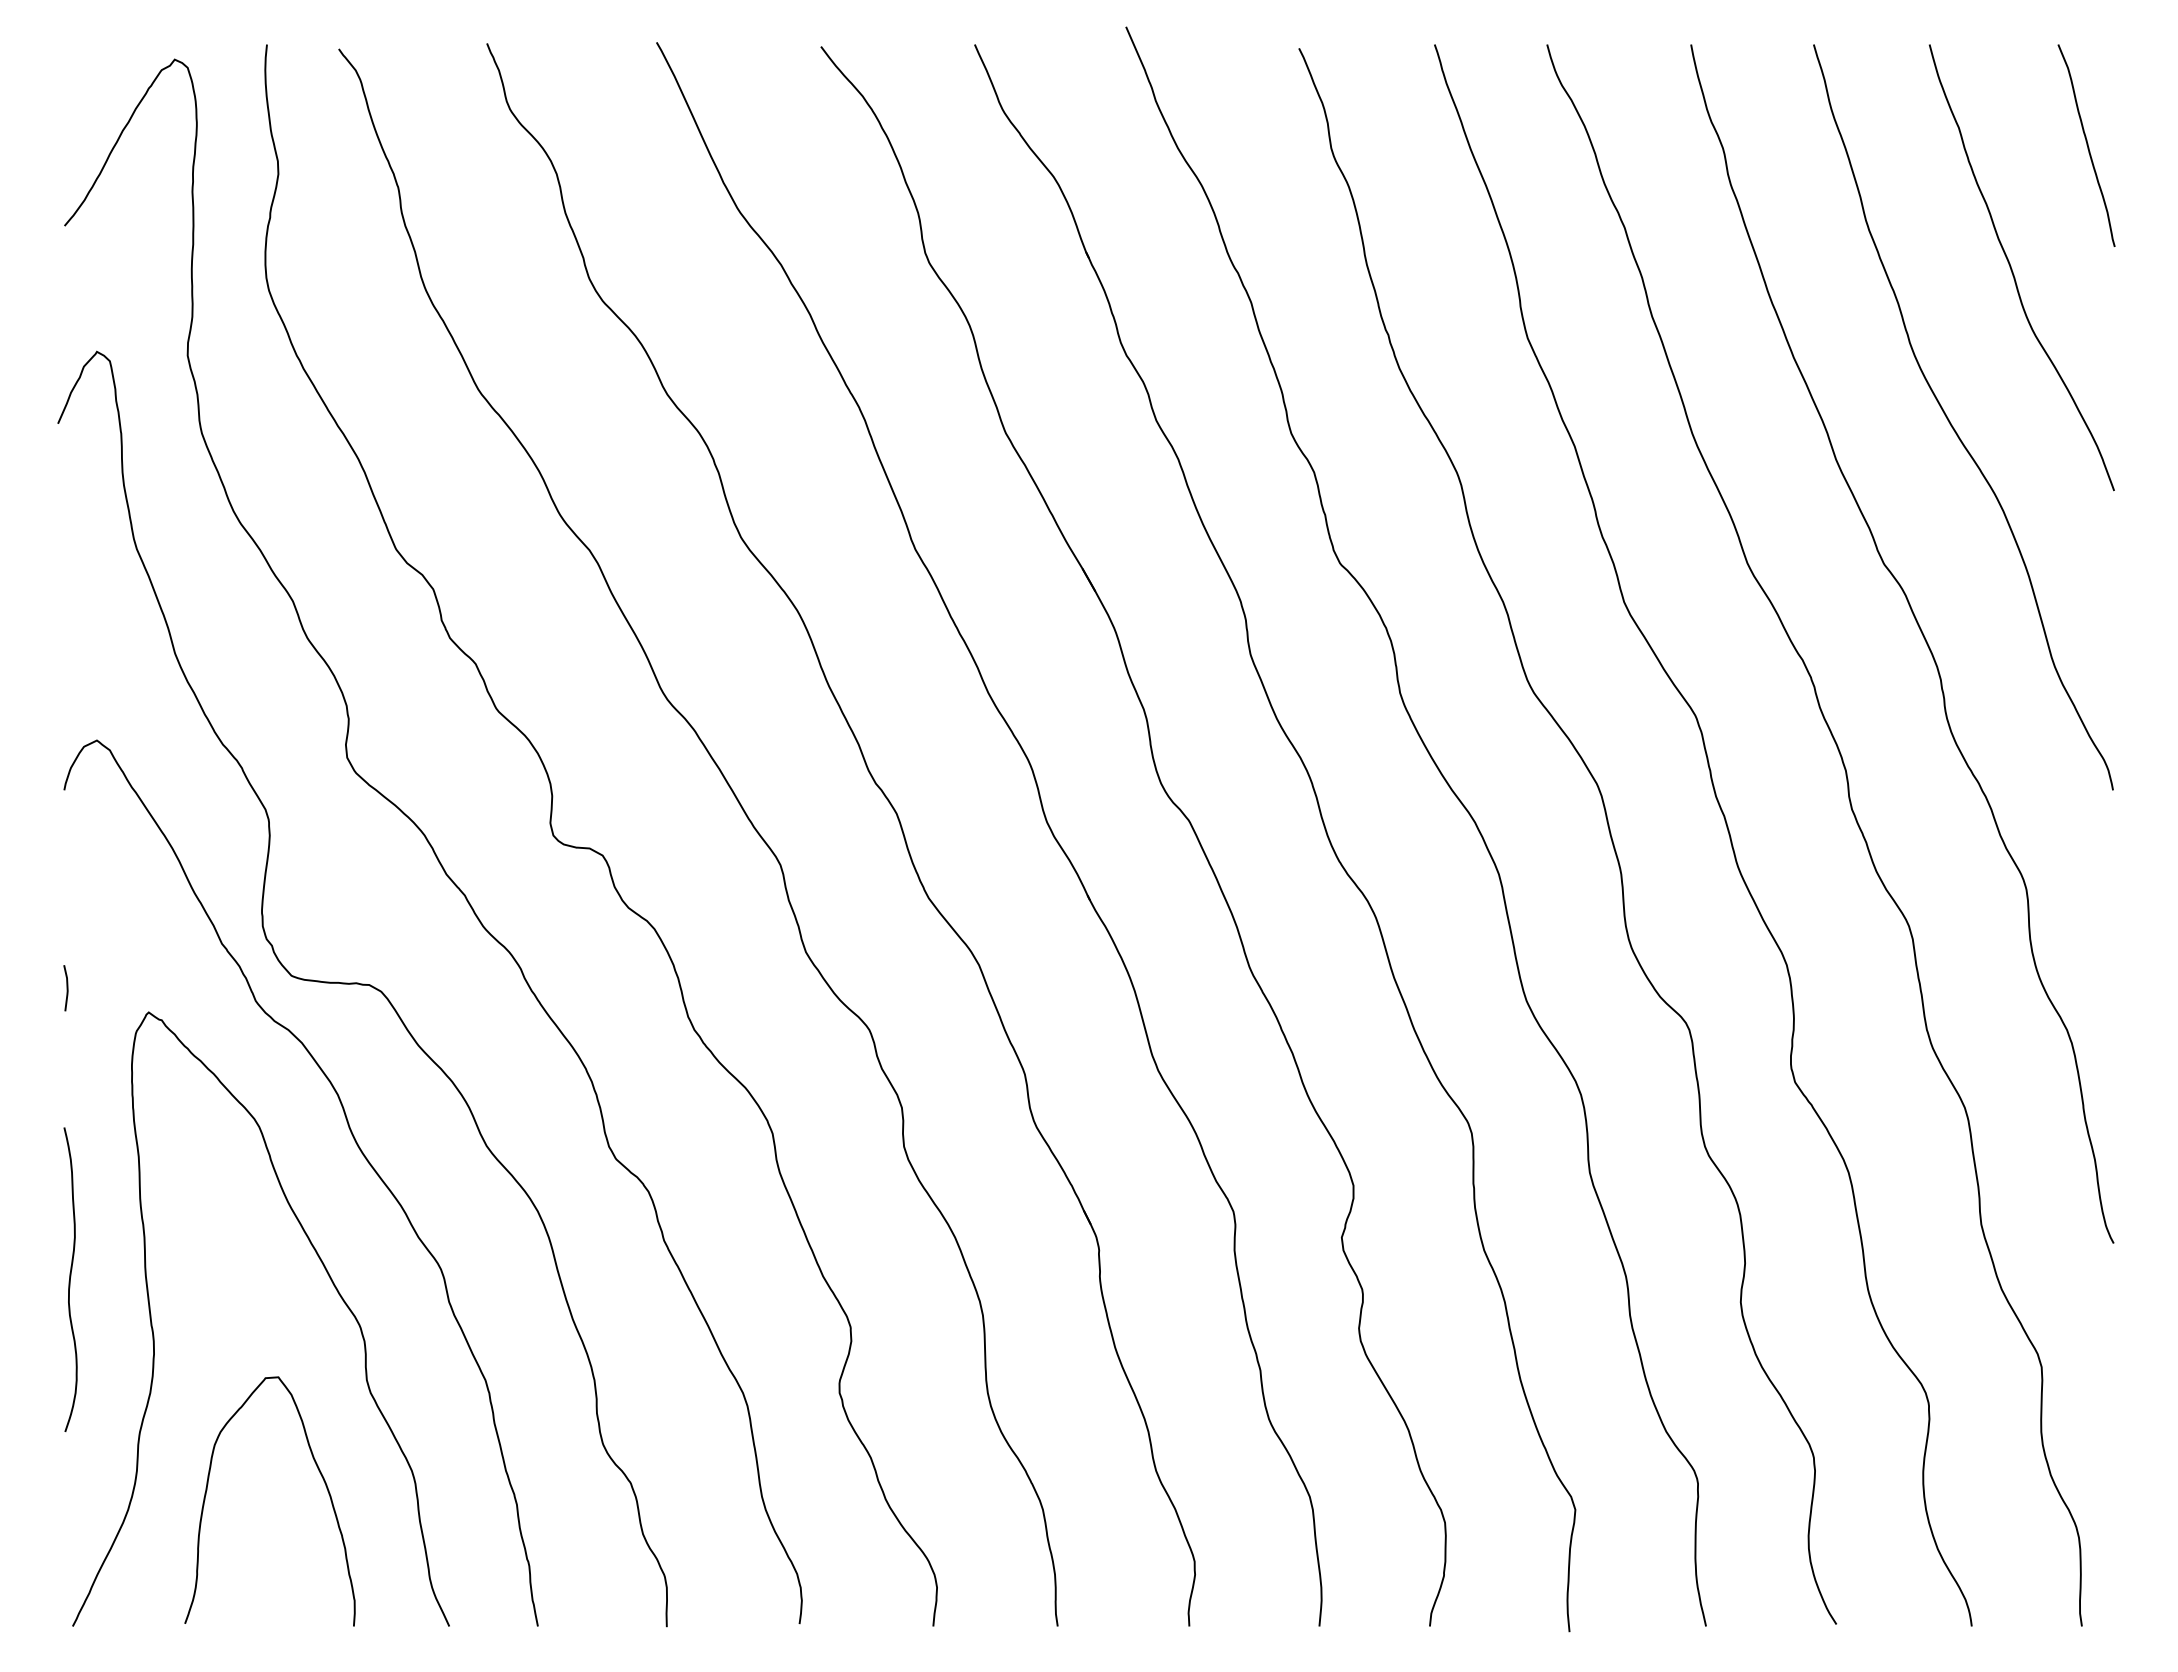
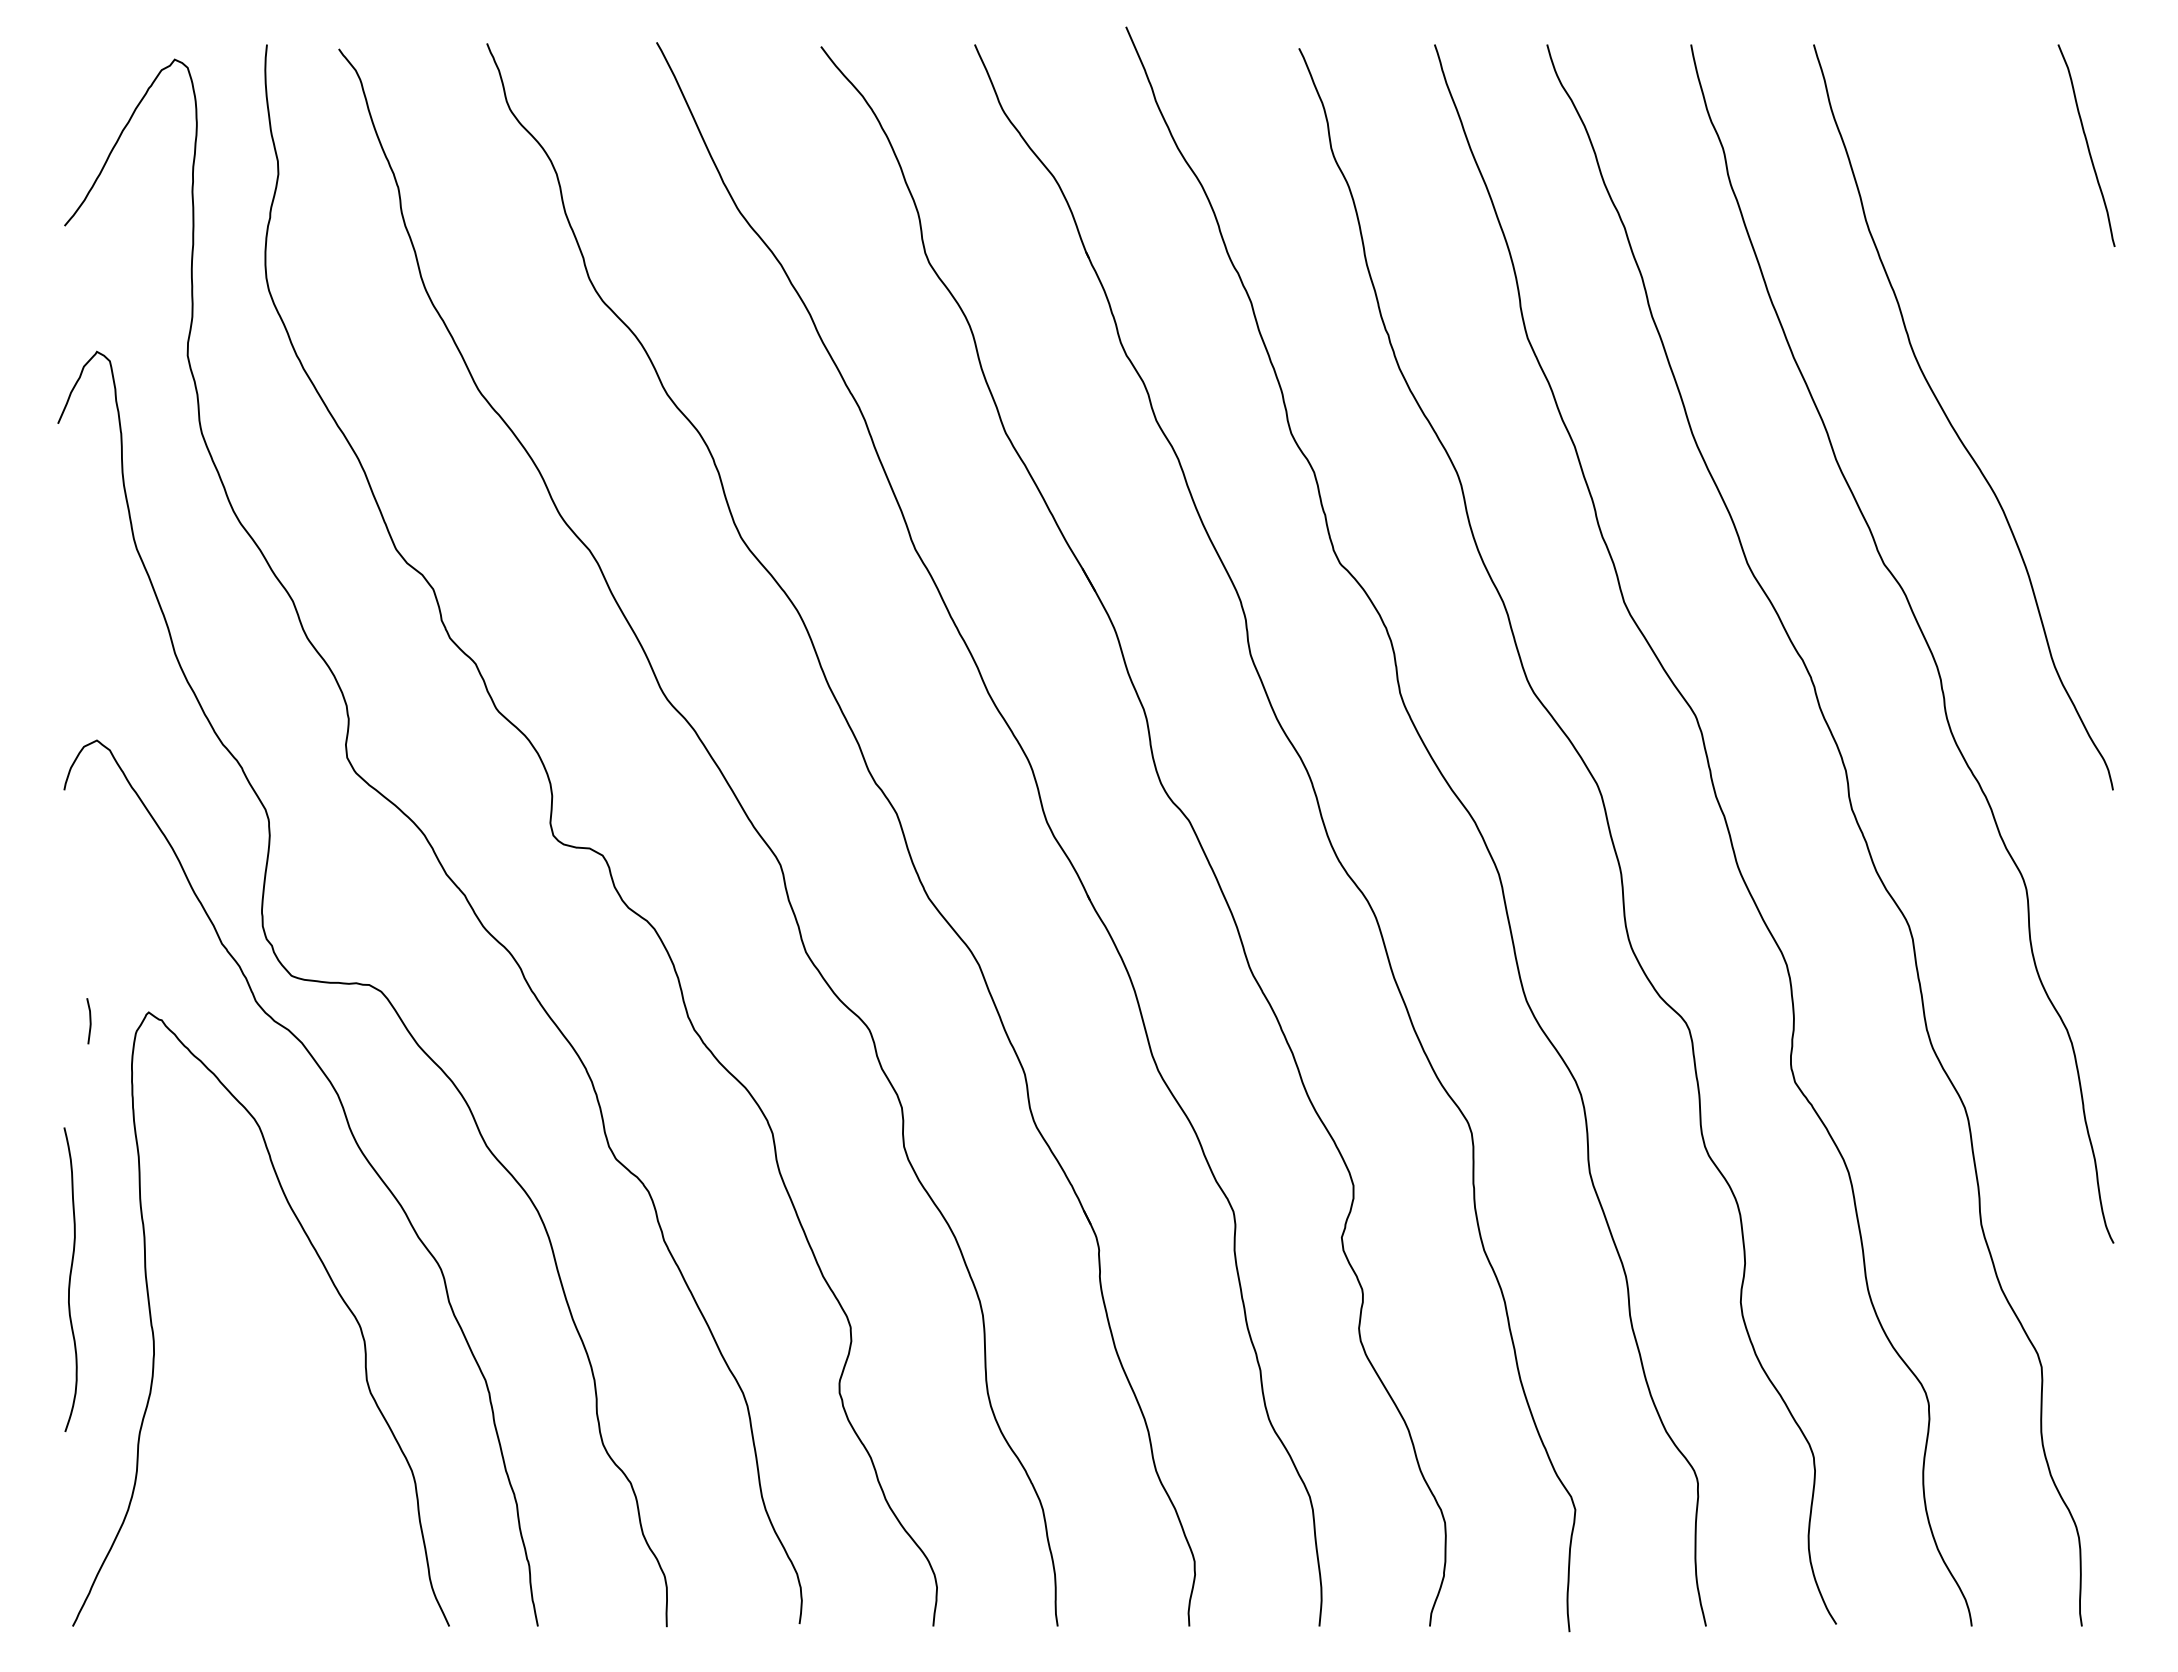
curve at (2013, 271): present -> none
line at (66, 988) position: (66, 988) -> (89, 1021)
curve at (323, 1481): present -> none
